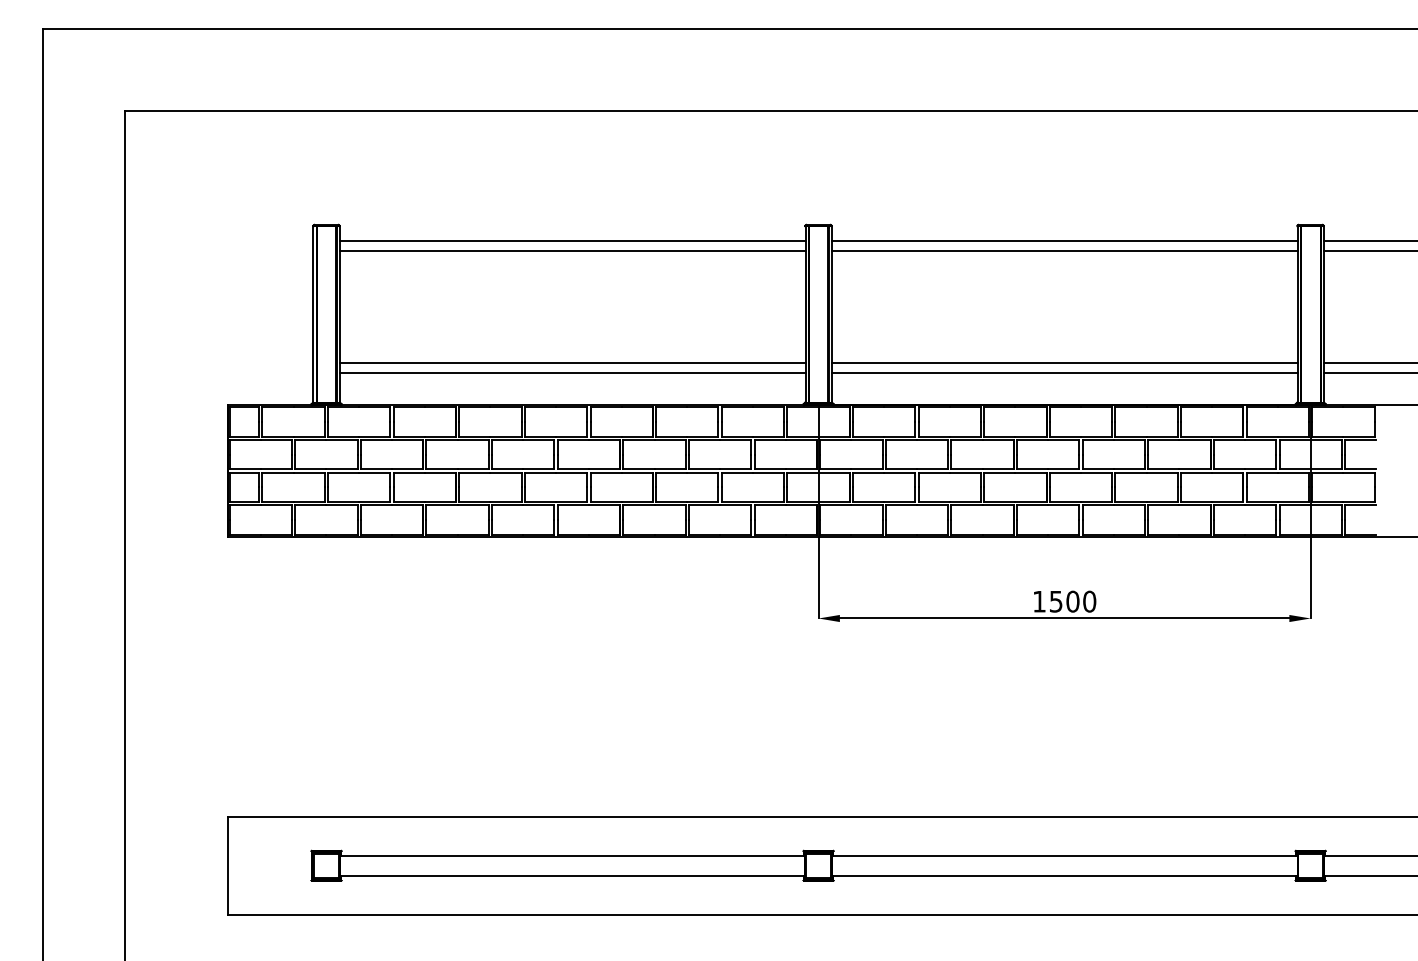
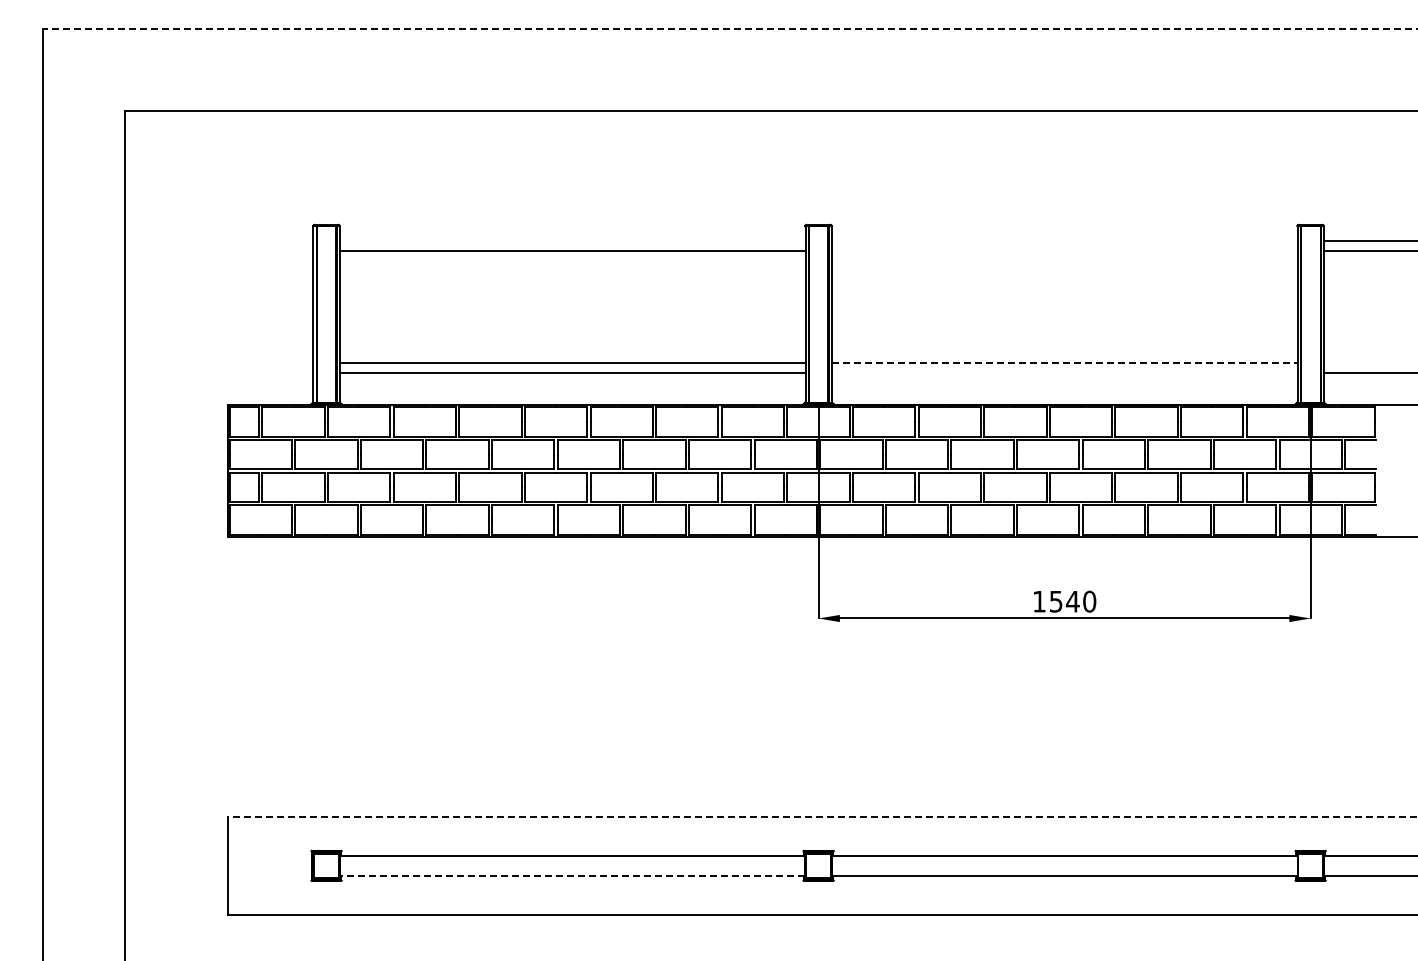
line at (730, 28): solid -> dashed
line at (572, 241): present -> none
line at (1064, 241): present -> none
line at (1064, 251): present -> none
line at (1064, 362): solid -> dashed
line at (1368, 362): present -> none
line at (1064, 372): present -> none
text at (1072, 601): 1500 -> 1540
line at (822, 816): solid -> dashed
line at (572, 875): solid -> dashed
